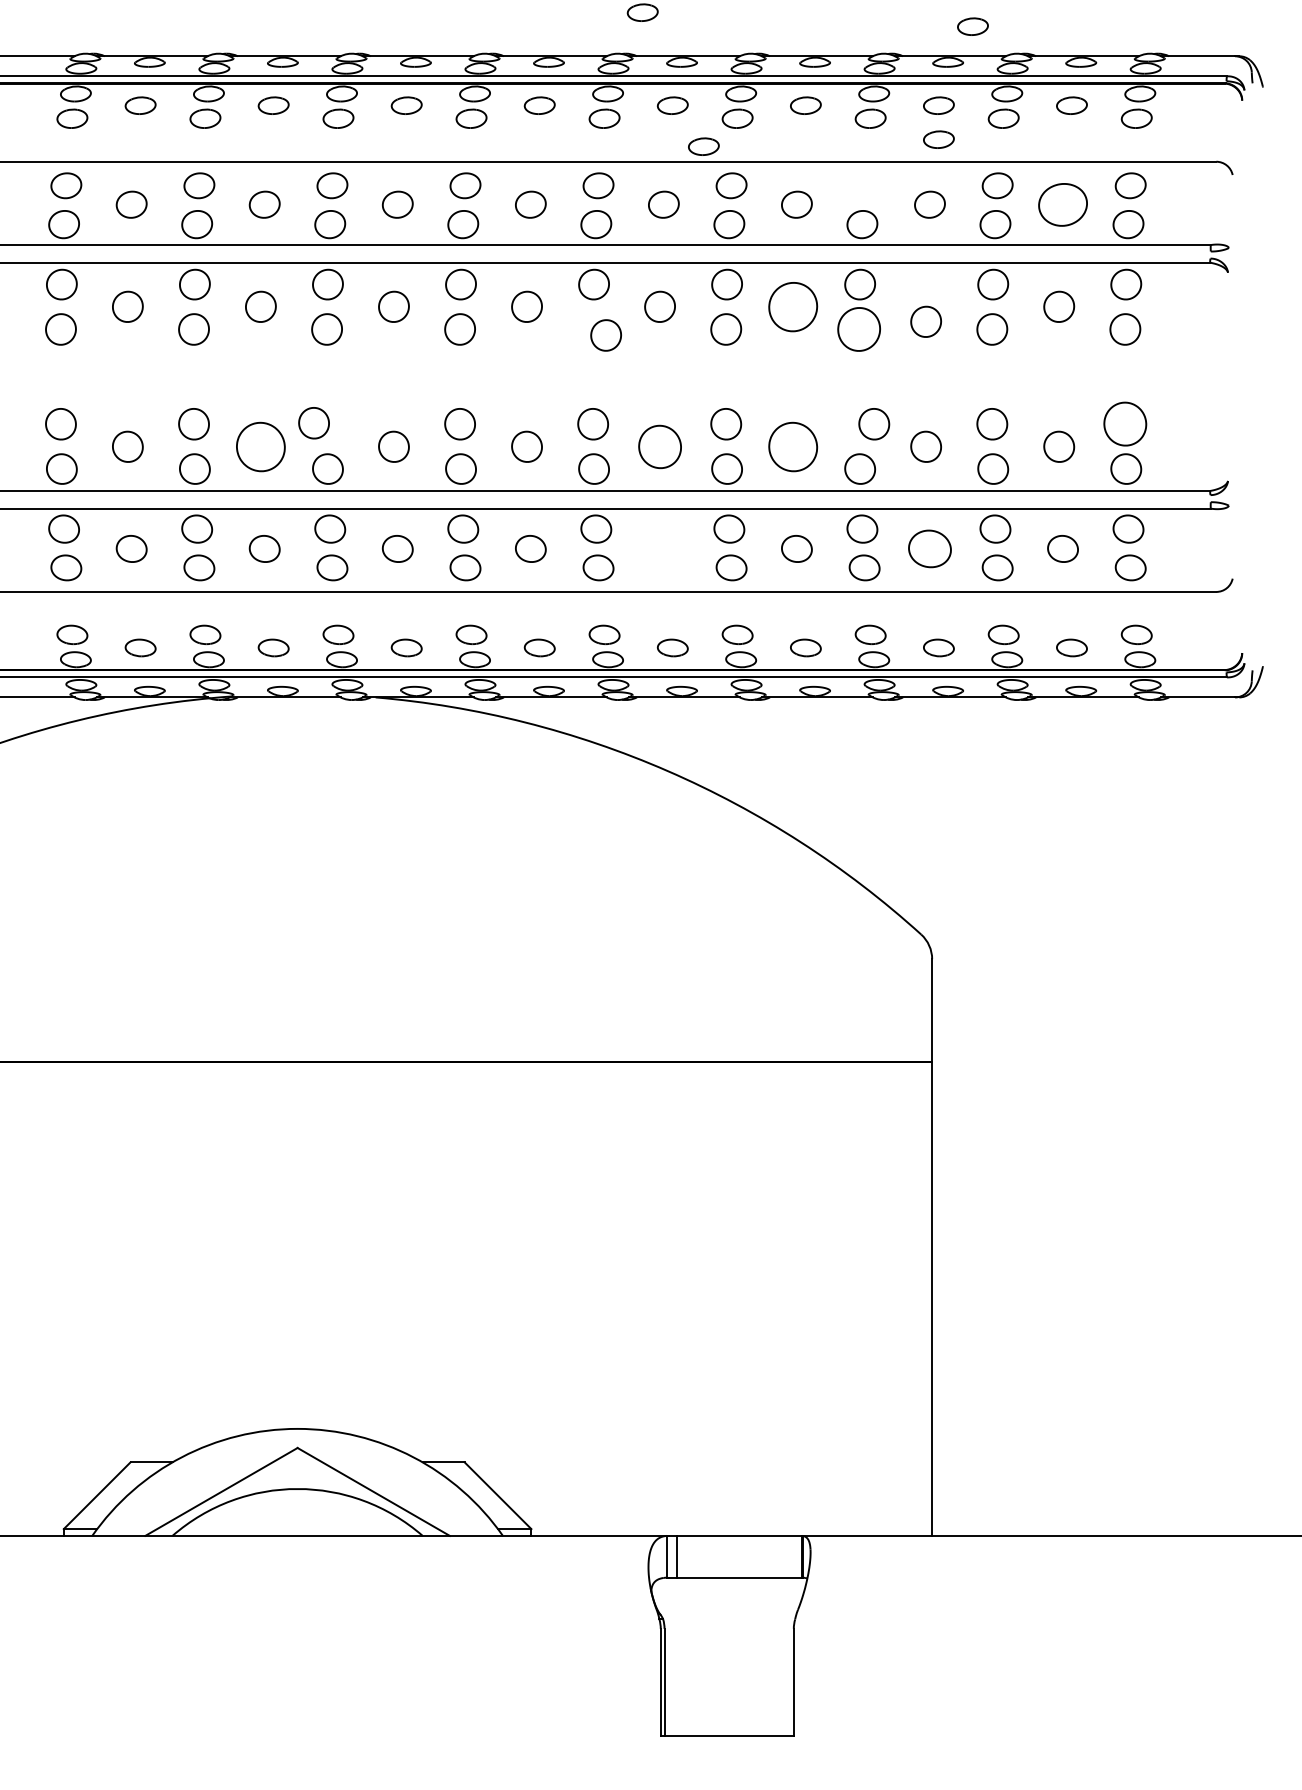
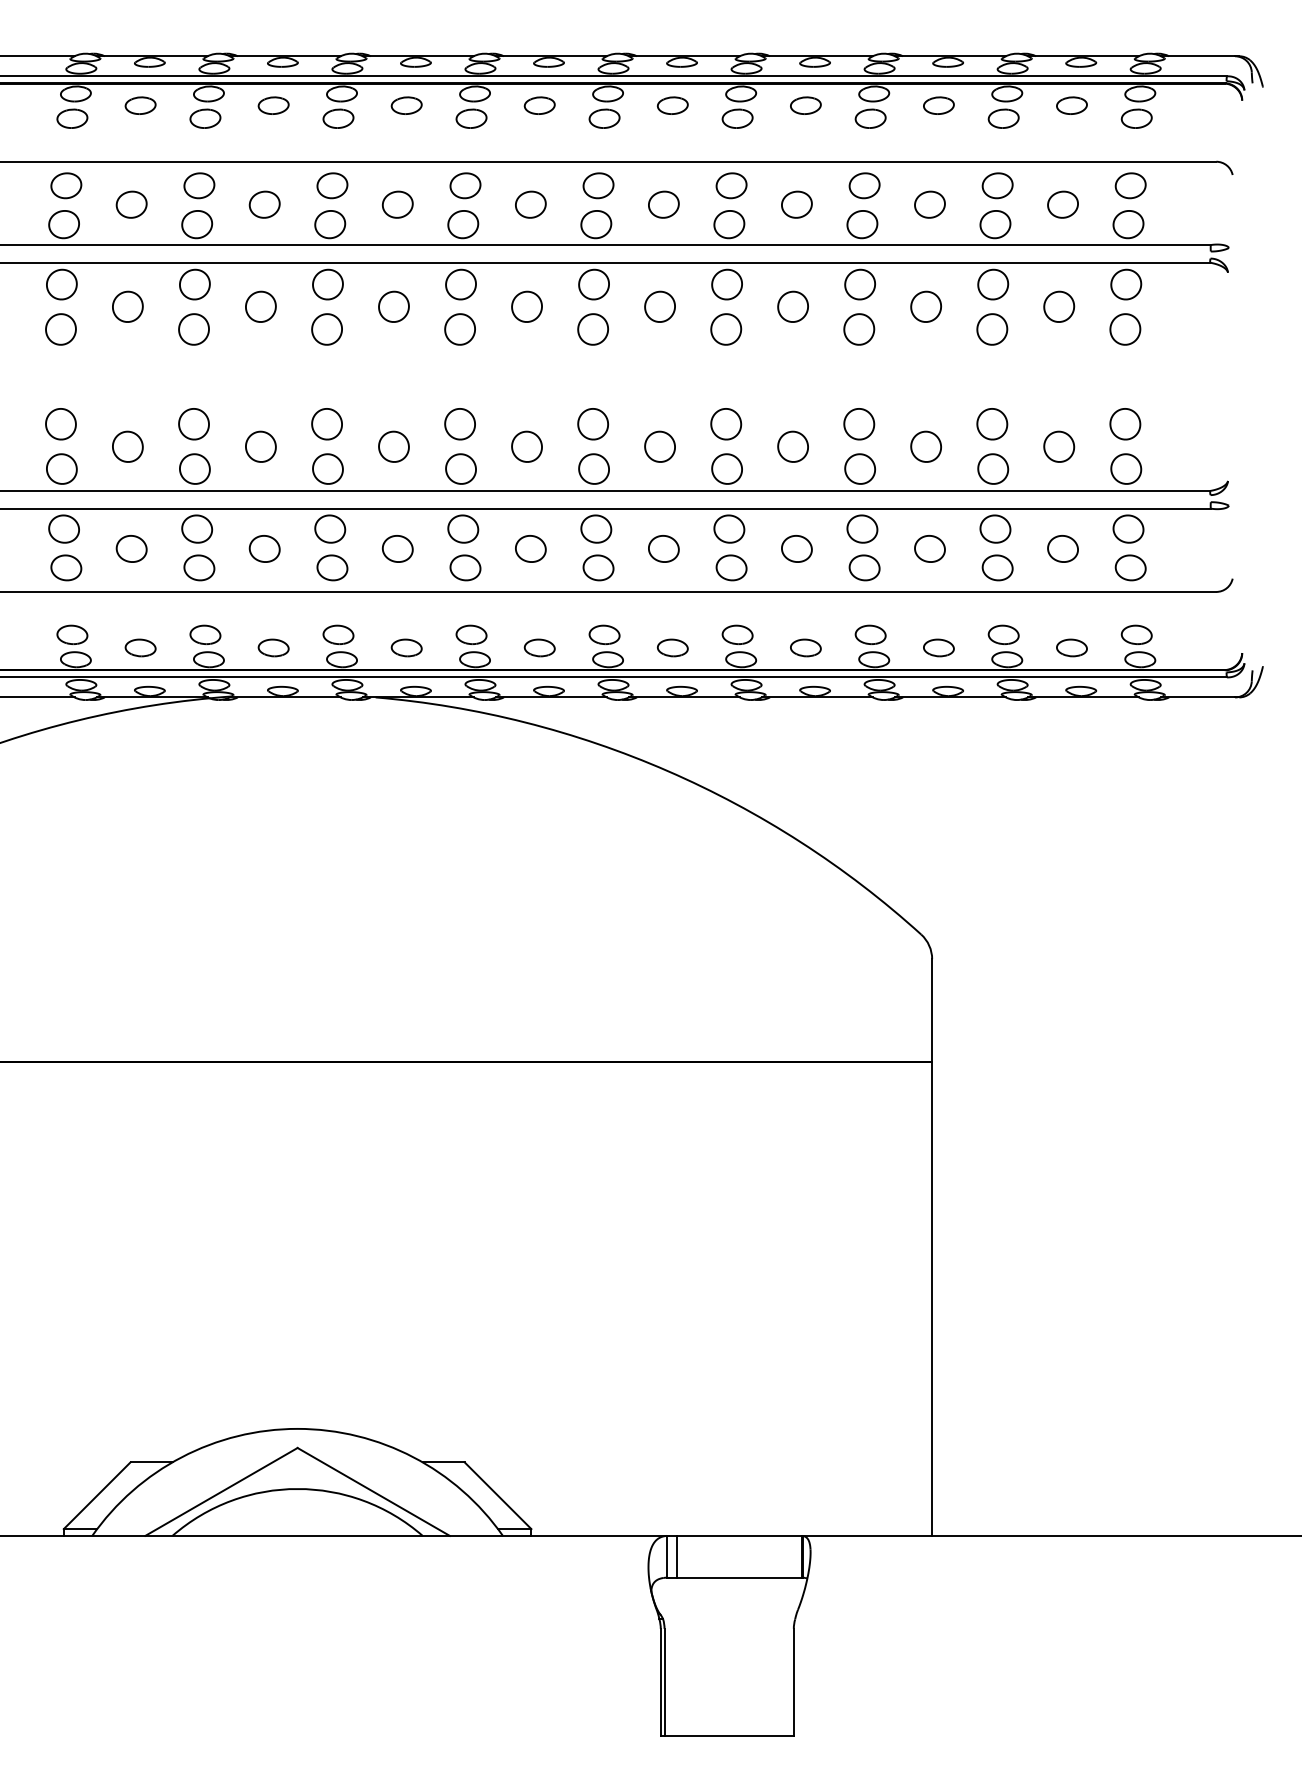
part at (642, 12): present -> none
part at (972, 26): present -> none
part at (938, 139): present -> none
part at (703, 146): present -> none
part at (864, 185): none -> present
part at (1062, 204) size: 50x44 px -> 32x29 px
part at (793, 307) size: 51x51 px -> 32x33 px
part at (925, 321) position: (925, 321) -> (925, 306)
part at (858, 329) size: 44x45 px -> 33x33 px
part at (605, 335) position: (605, 335) -> (592, 329)
part at (313, 423) position: (313, 423) -> (326, 424)
part at (1125, 423) size: 45x46 px -> 33x33 px
part at (874, 424) position: (874, 424) -> (859, 424)
part at (260, 446) size: 50x52 px -> 32x33 px
part at (659, 446) size: 44x46 px -> 32x33 px
part at (793, 446) size: 51x52 px -> 32x33 px
part at (663, 548): none -> present
part at (929, 548) size: 44x40 px -> 32x28 px
